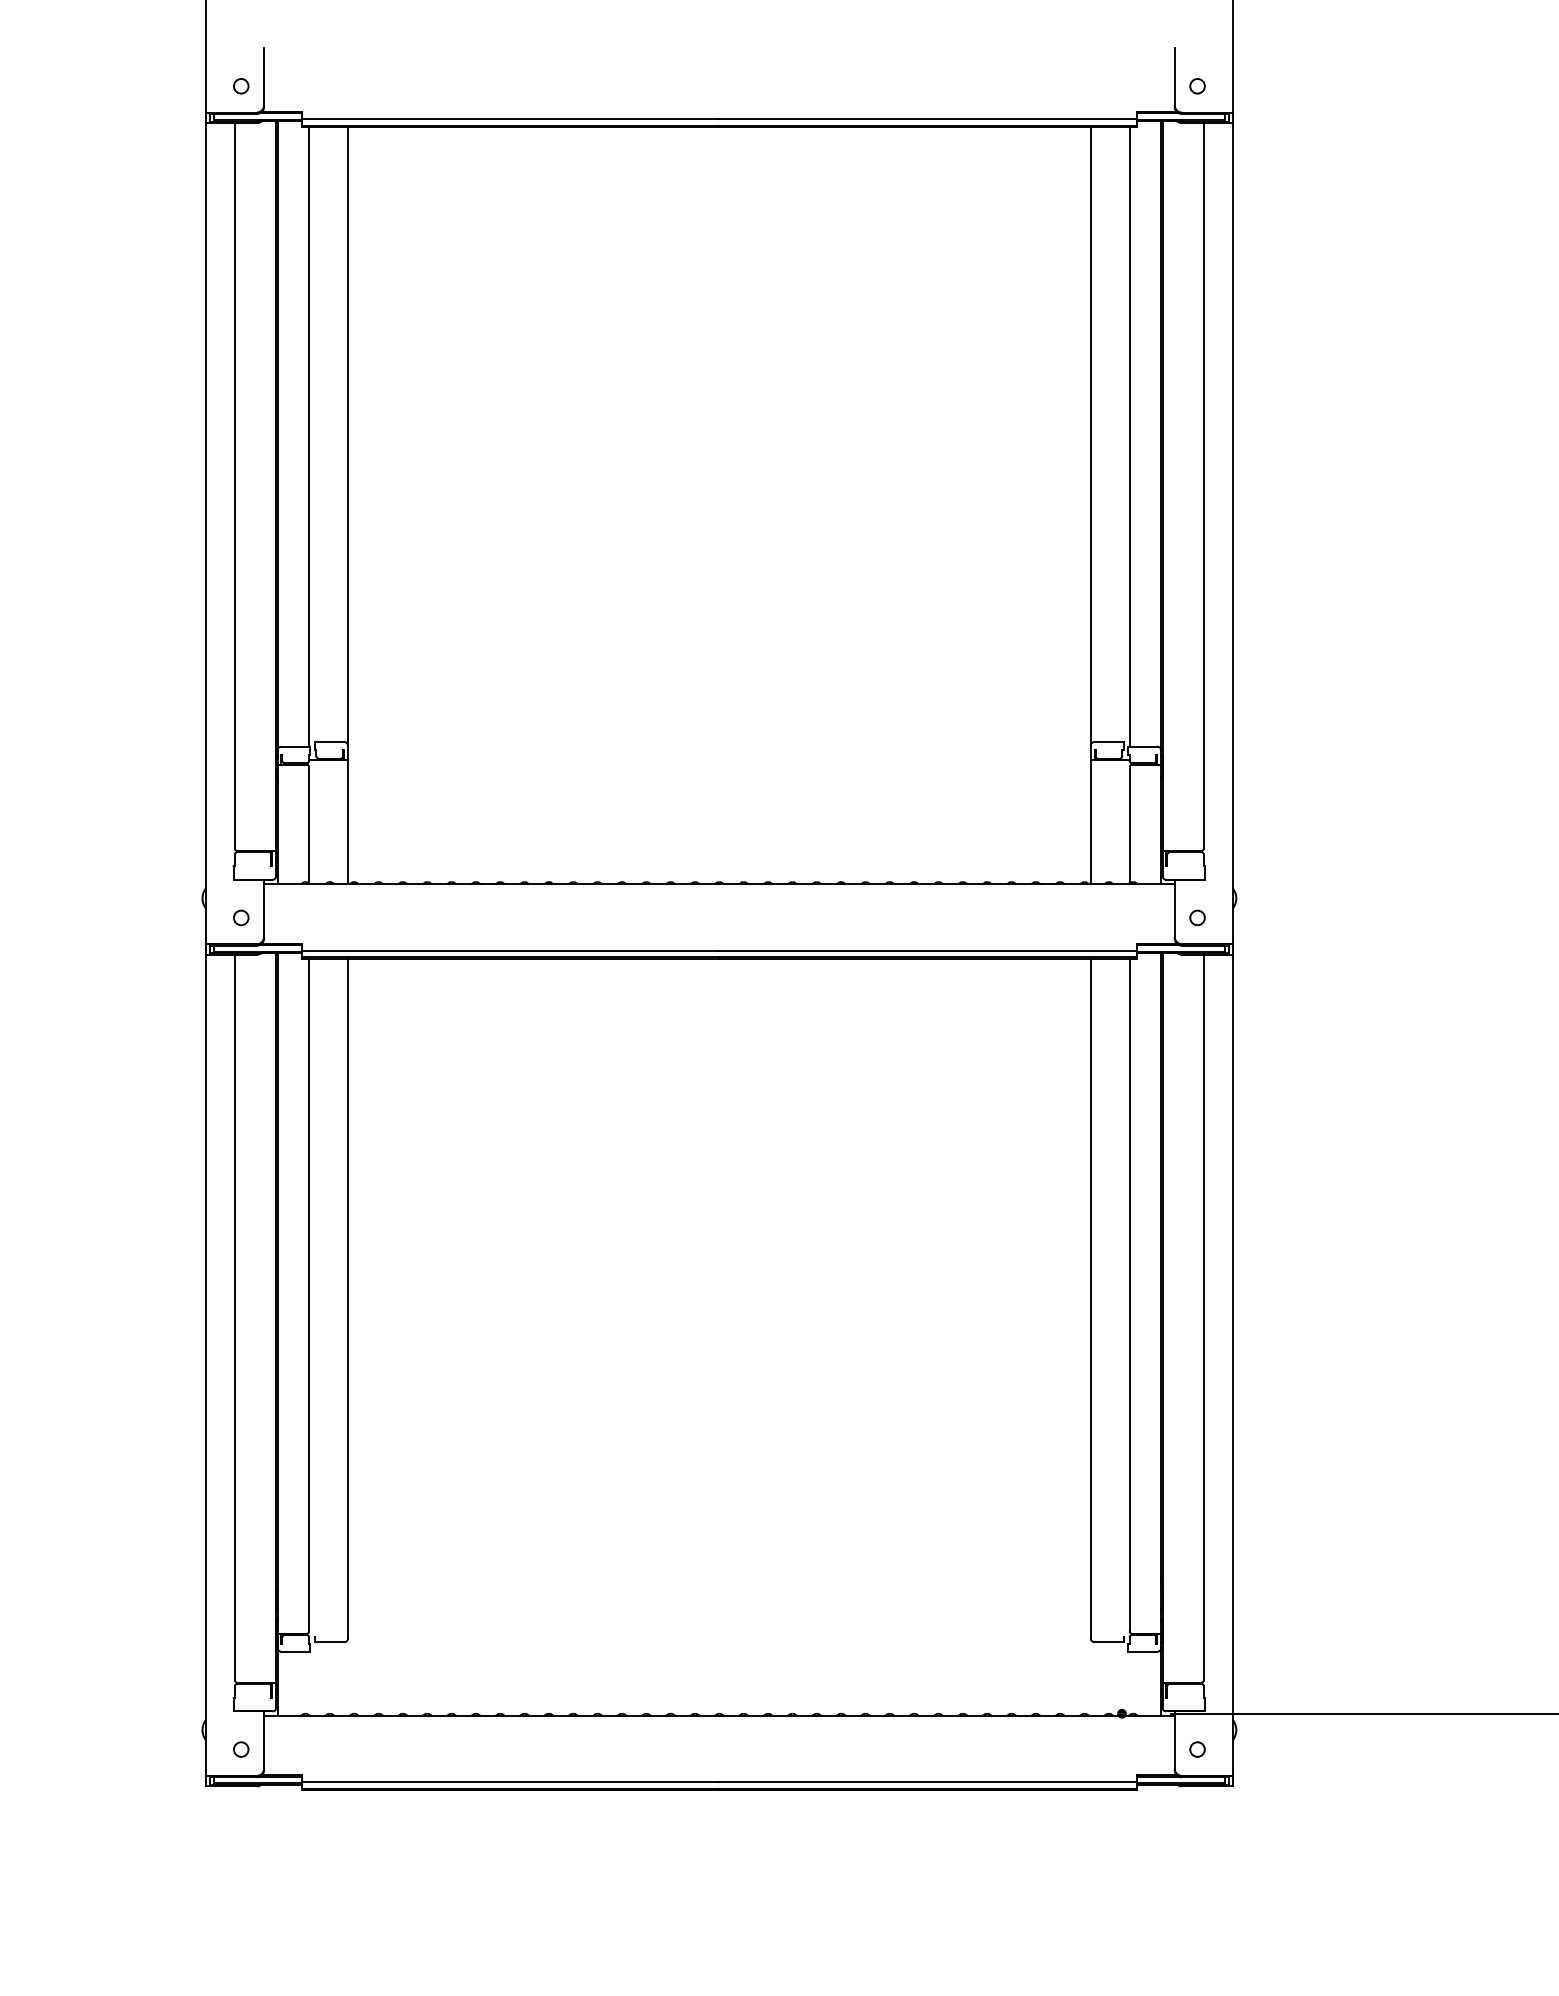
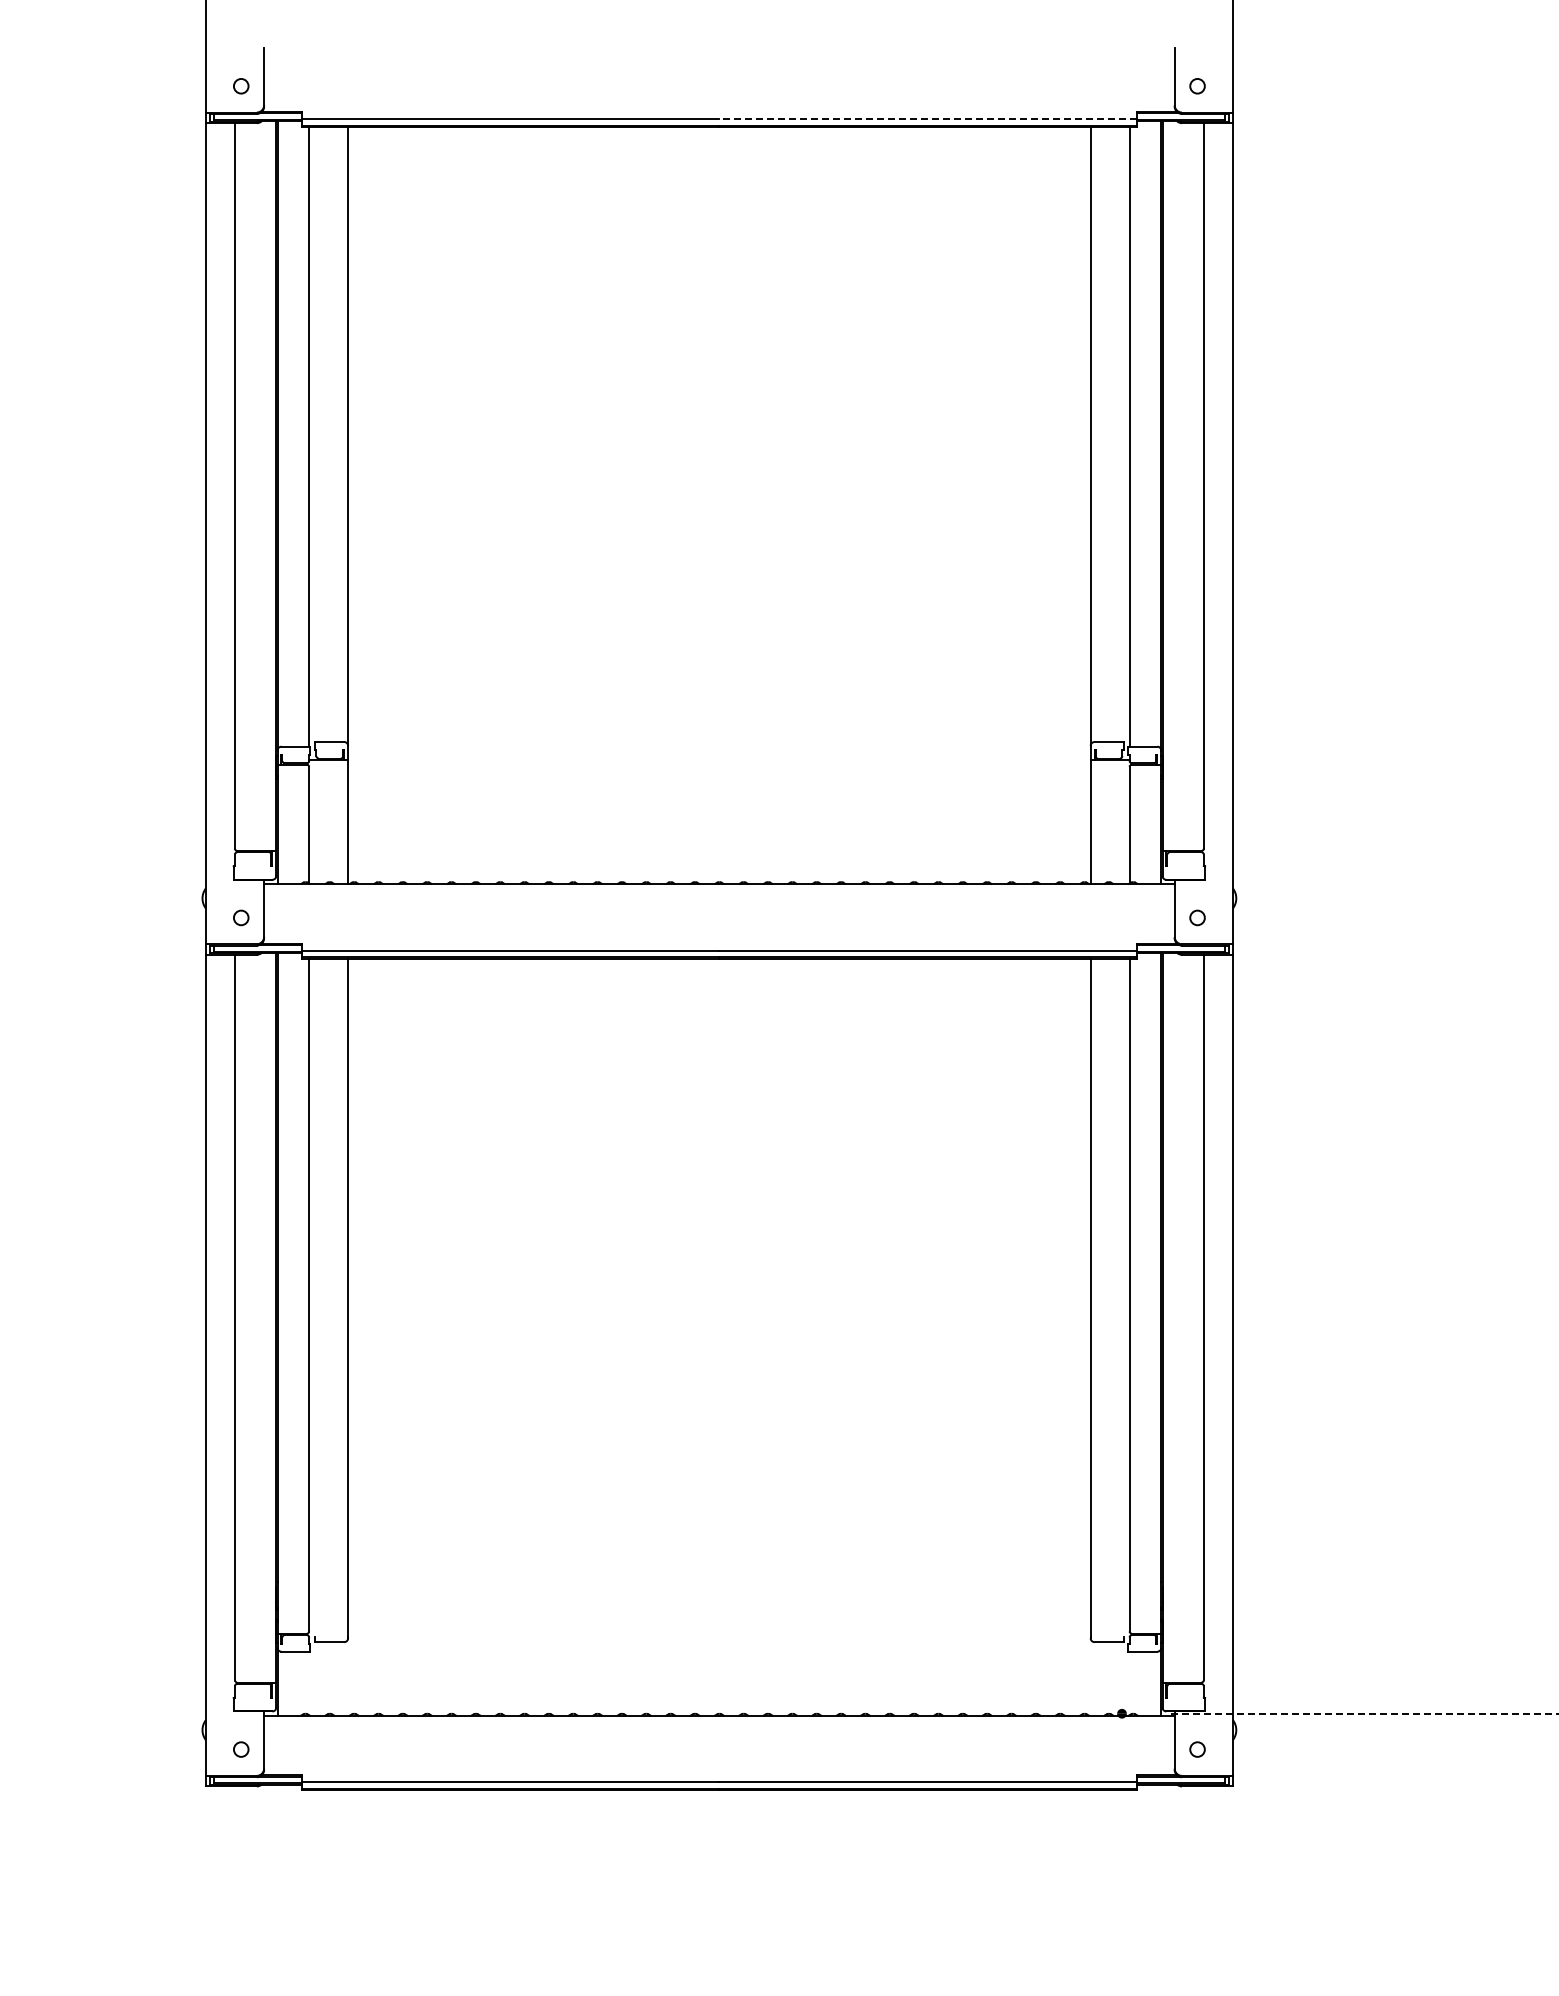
line at (928, 118): solid -> dashed
line at (1364, 1713): solid -> dashed
